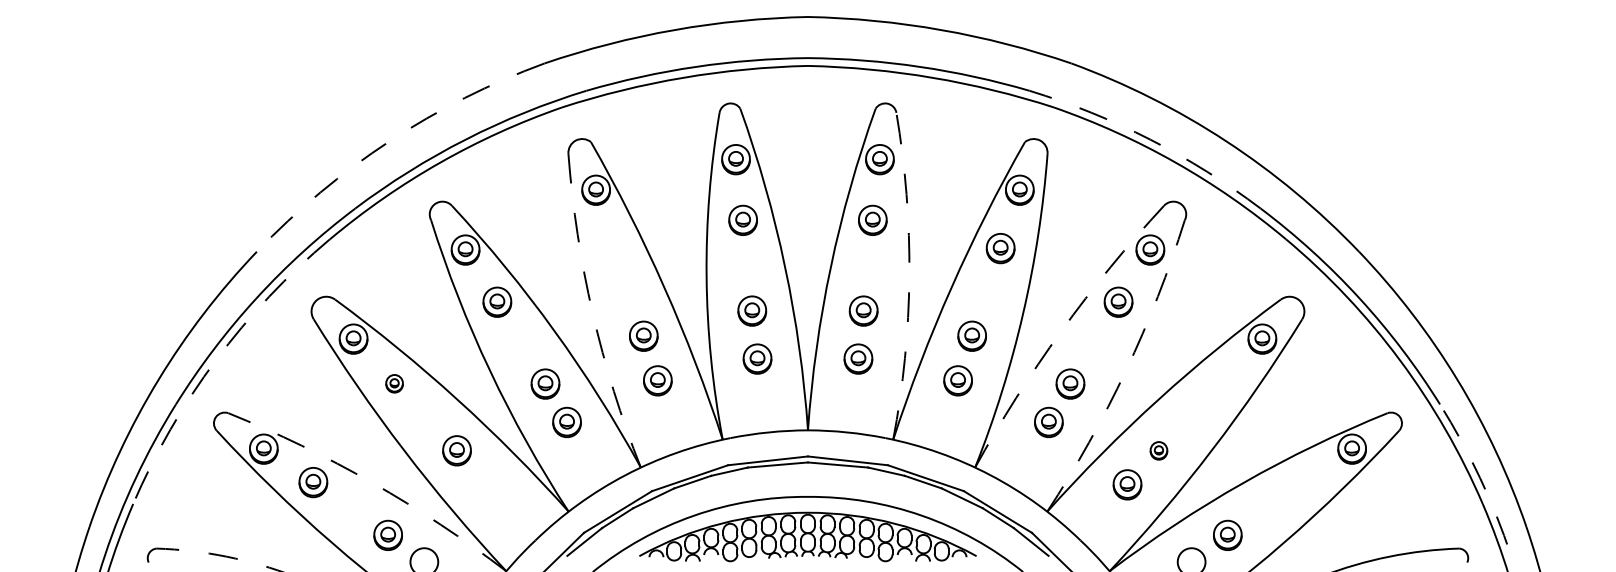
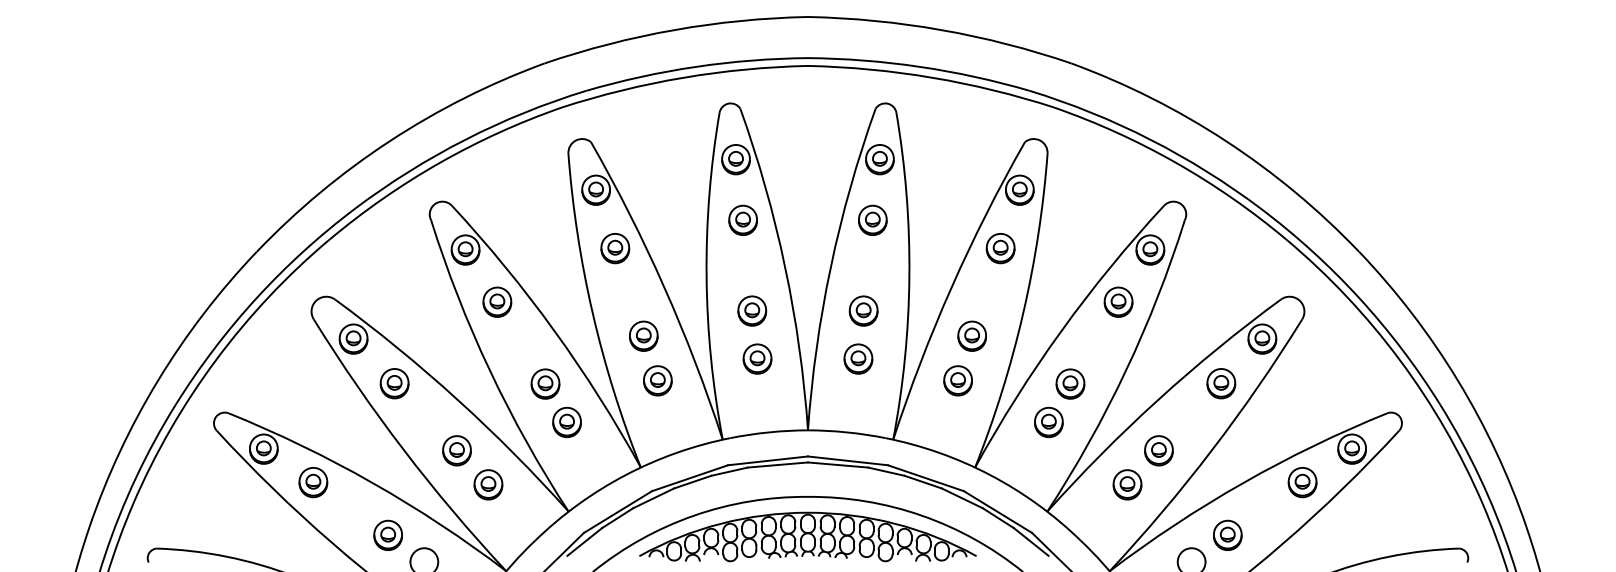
arc at (1150, 139): dashed -> solid
arc at (389, 141): dashed -> solid
part at (615, 248): none -> present
arc at (909, 276): dashed -> solid
arc at (592, 313): dashed -> solid
arc at (1061, 331): dashed -> solid
arc at (215, 360): dashed -> solid
arc at (1126, 370): dashed -> solid
part at (394, 383) size: 19x20 px -> 31x32 px
part at (1221, 383): none -> present
part at (1158, 450) size: 20x20 px -> 30x32 px
arc at (372, 482): dashed -> solid
part at (1302, 482): none -> present
part at (488, 484): none -> present
arc at (1483, 485): dashed -> solid
arc at (220, 555): dashed -> solid
